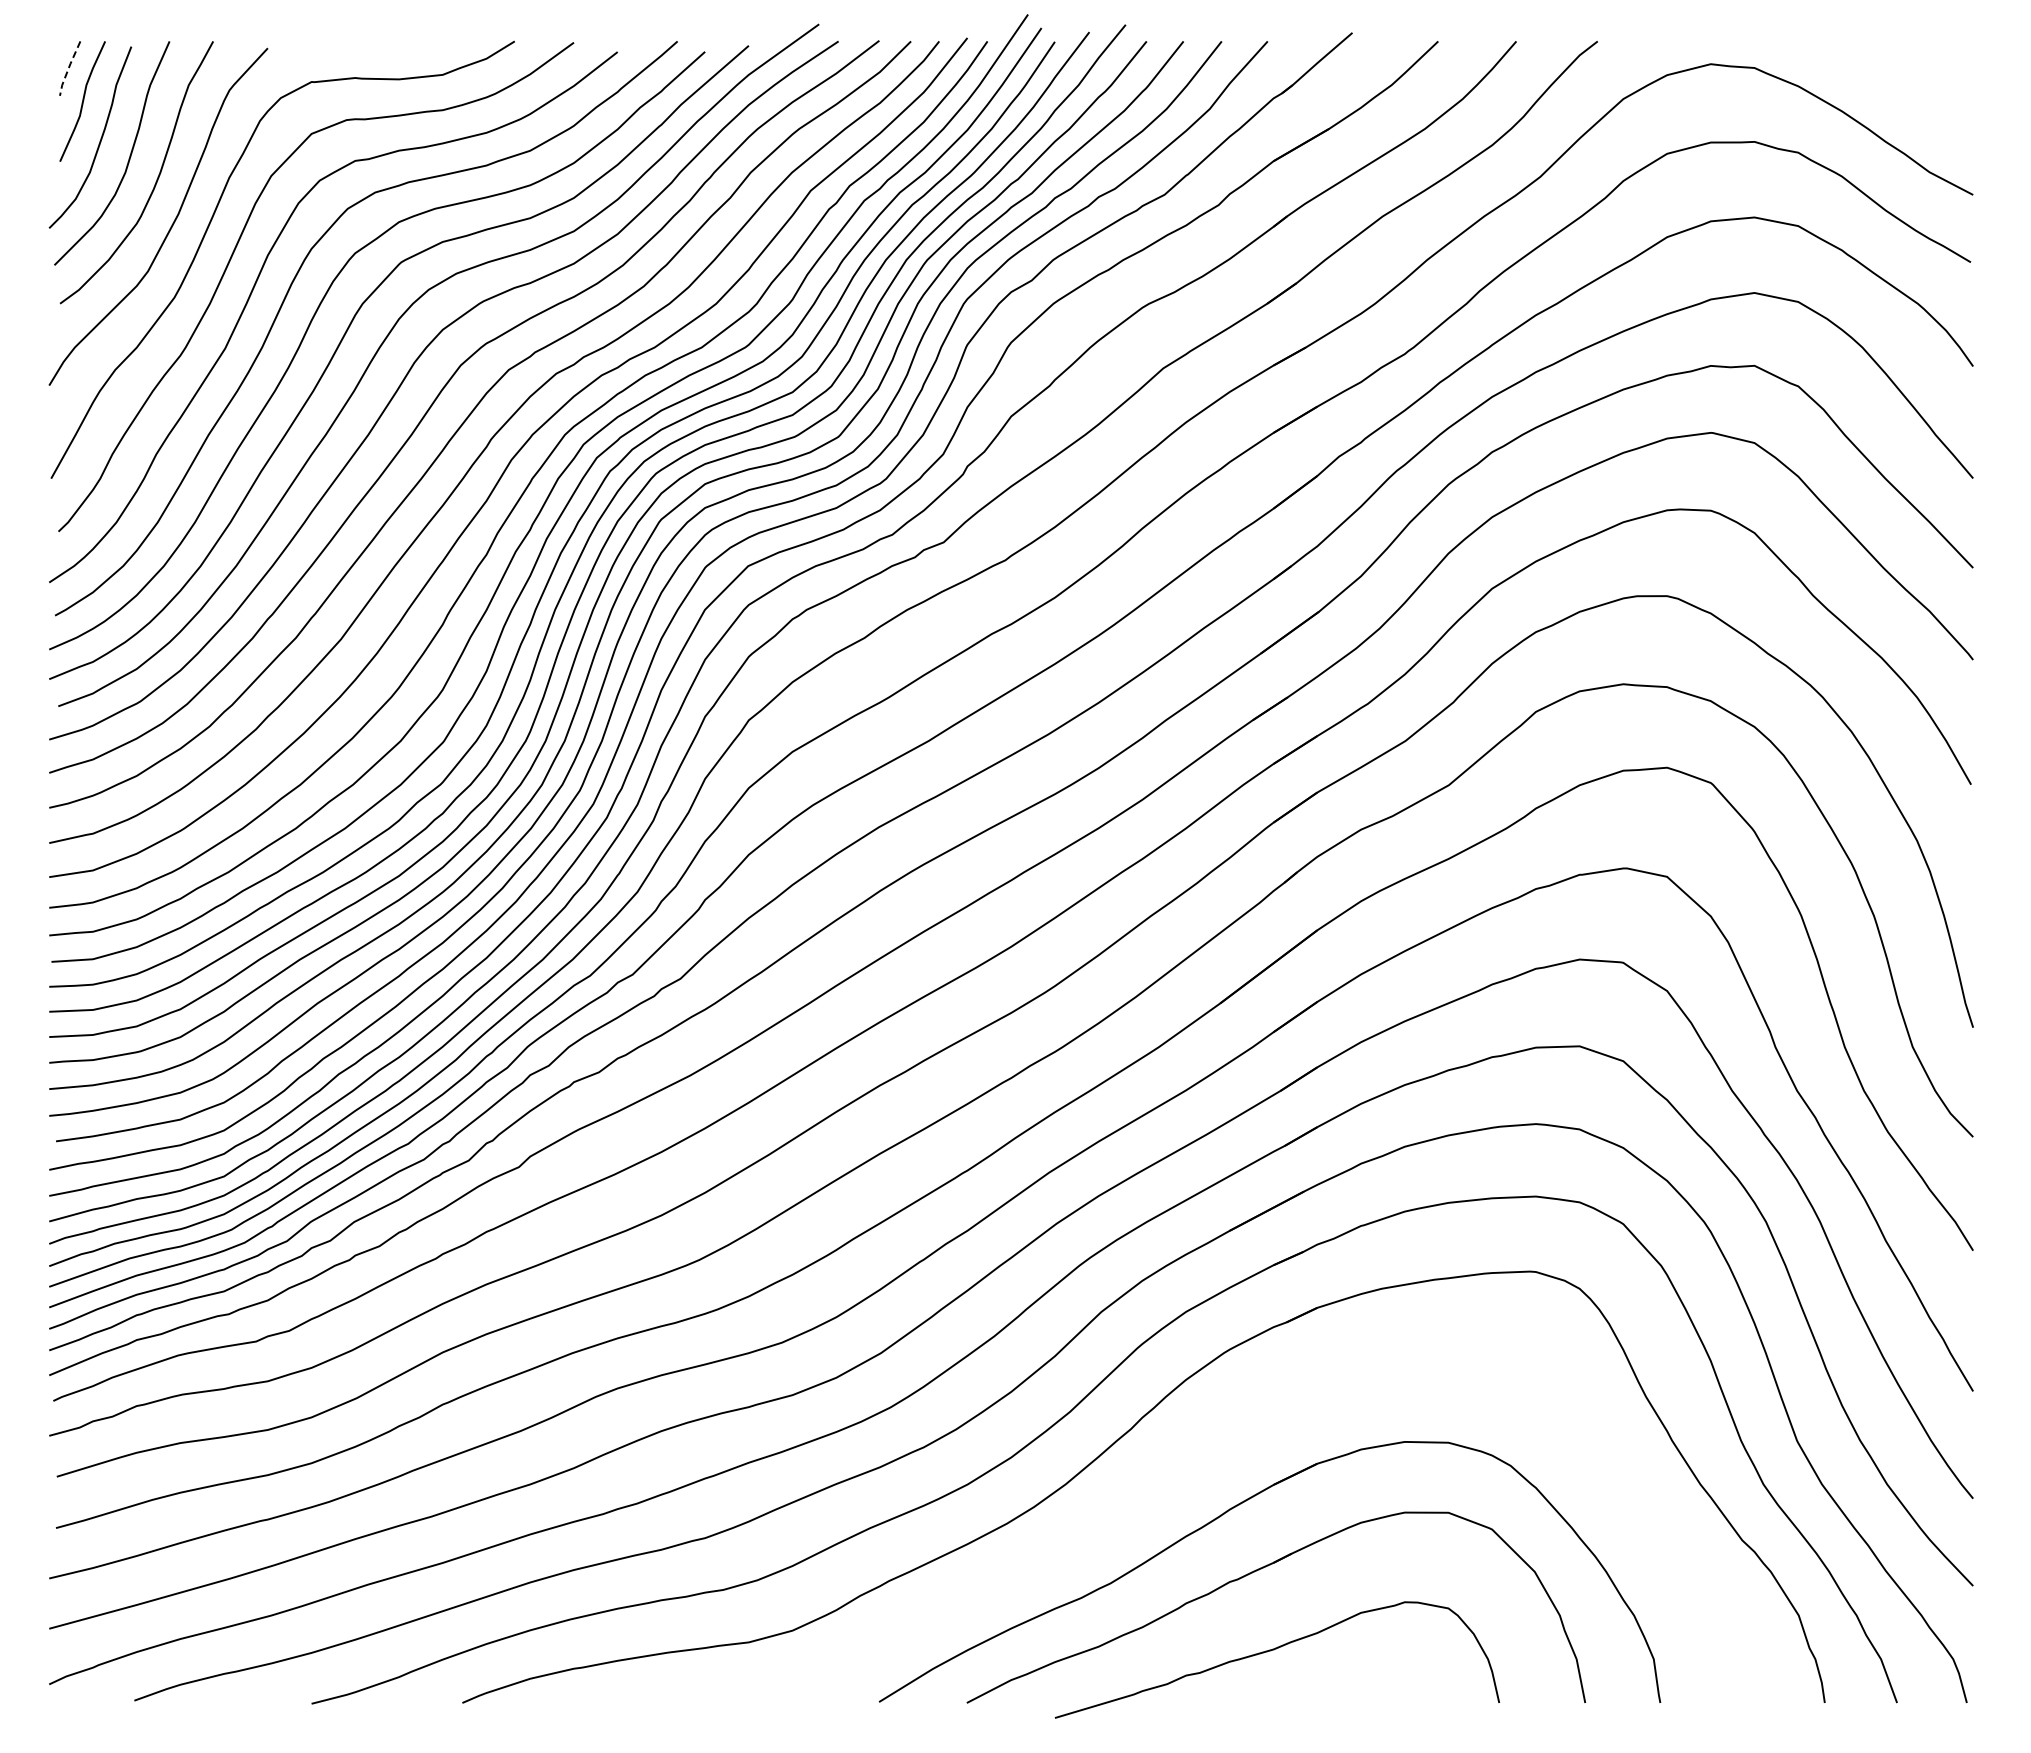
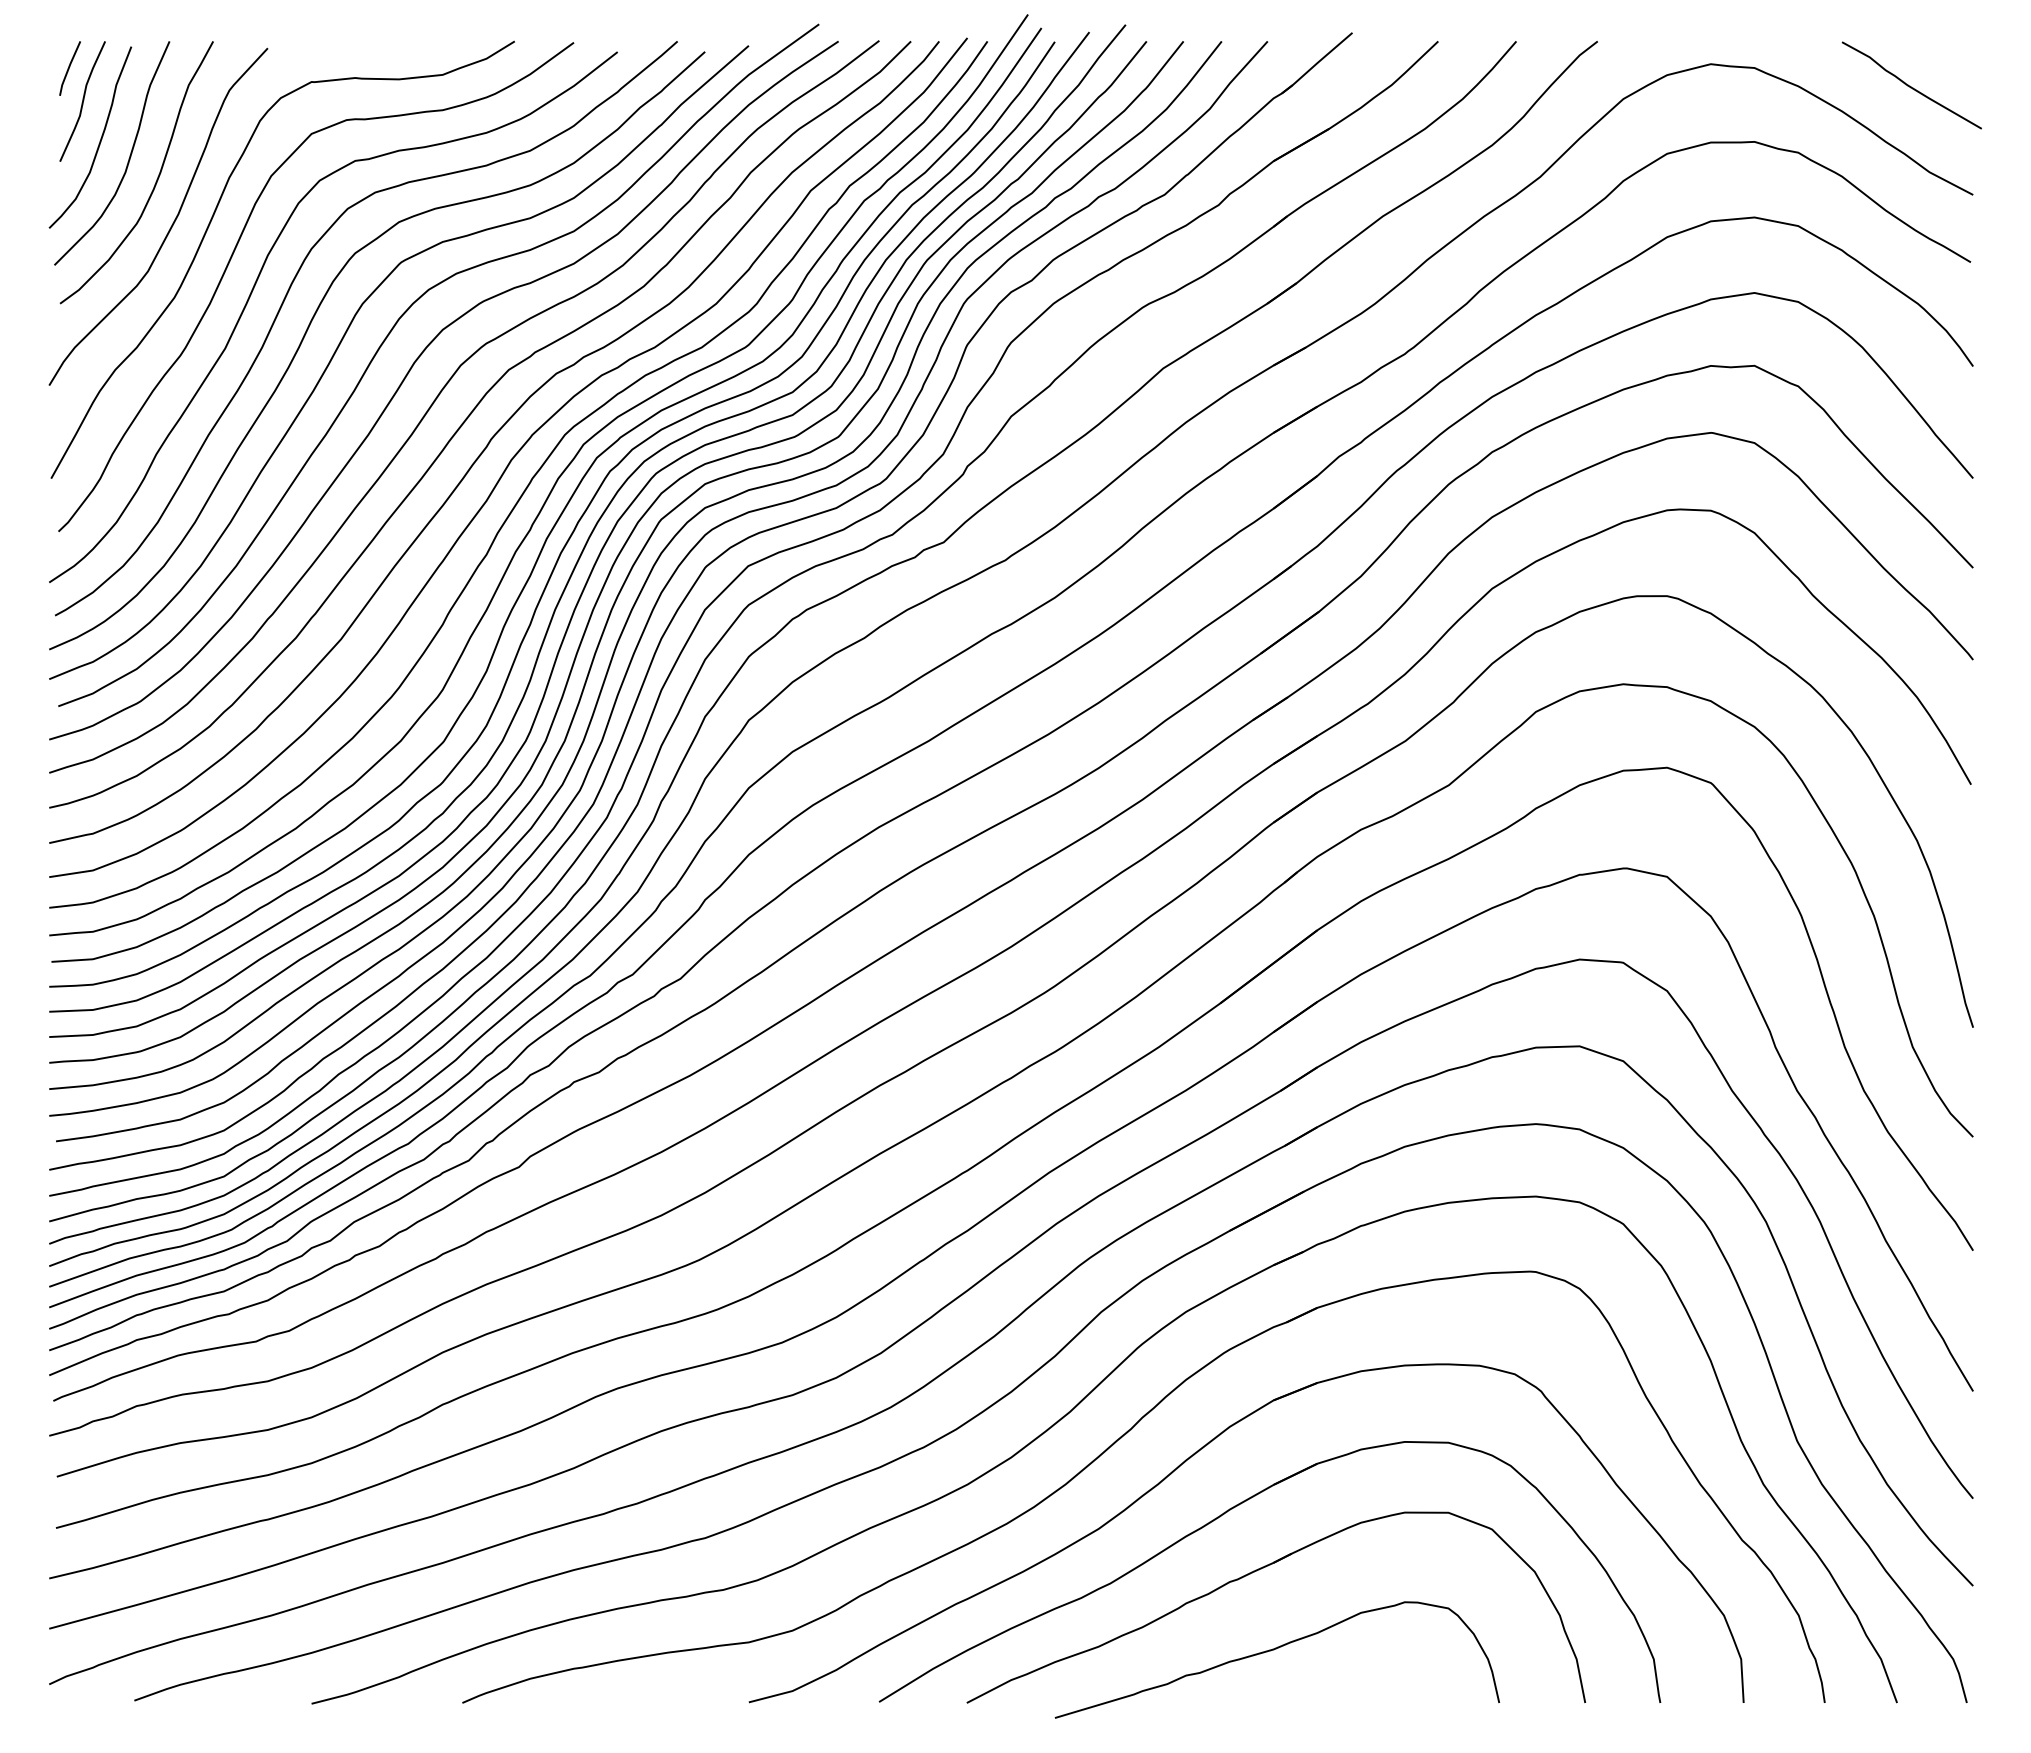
line at (68, 68): dashed -> solid
curve at (1911, 86): none -> present
part at (1189, 1459): none -> present
